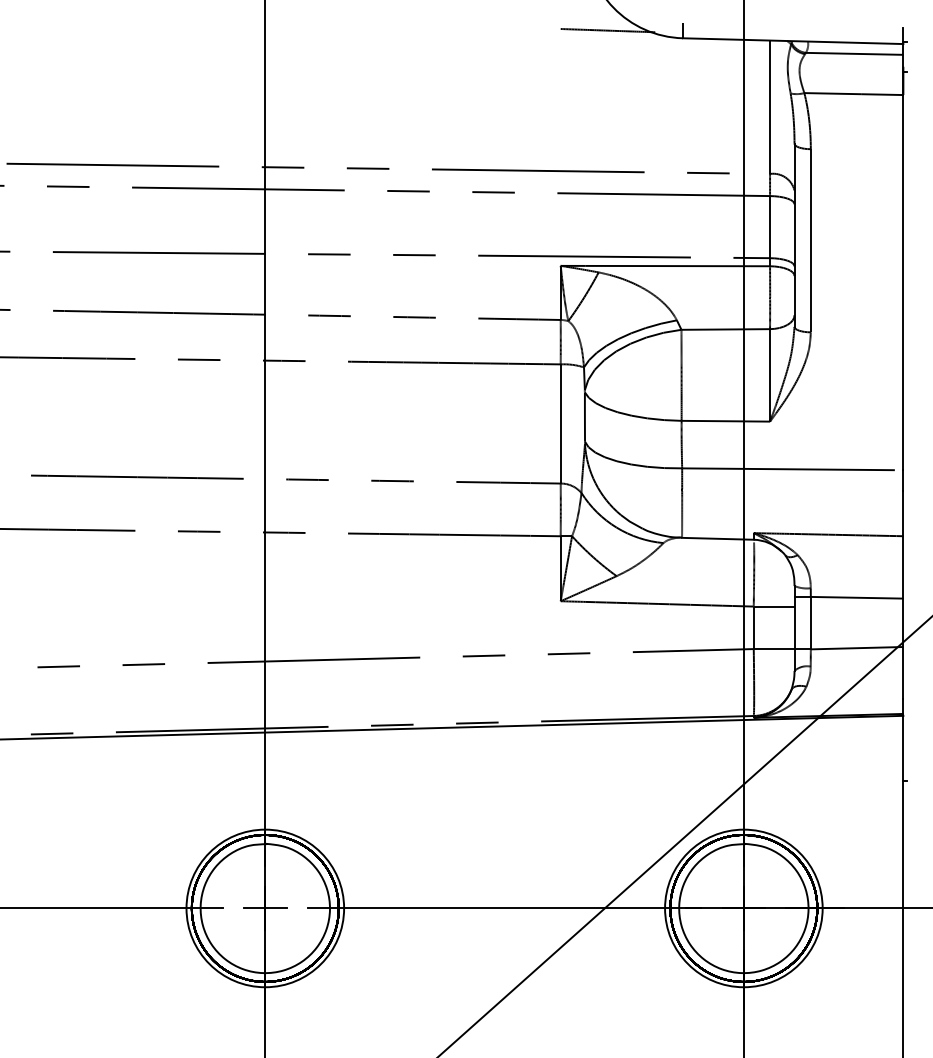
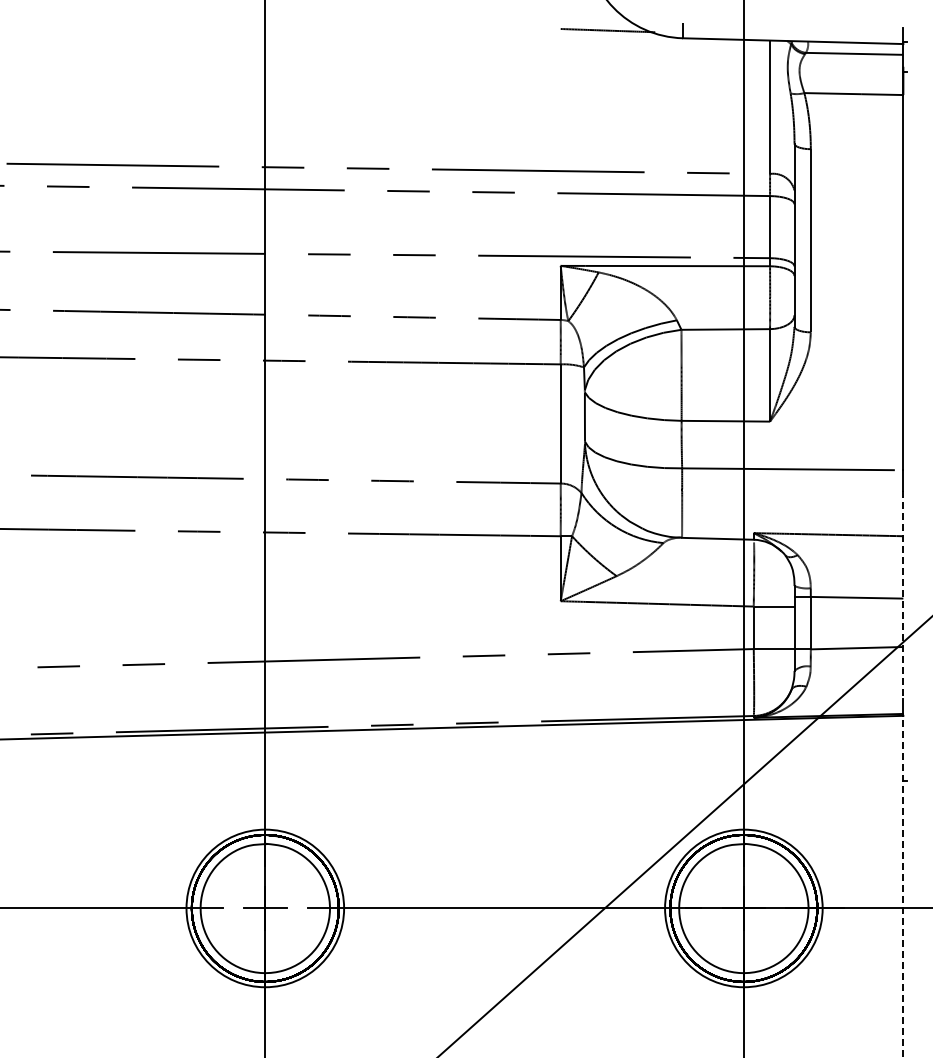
line at (903, 595): solid -> dashed
line at (903, 886): solid -> dashed
